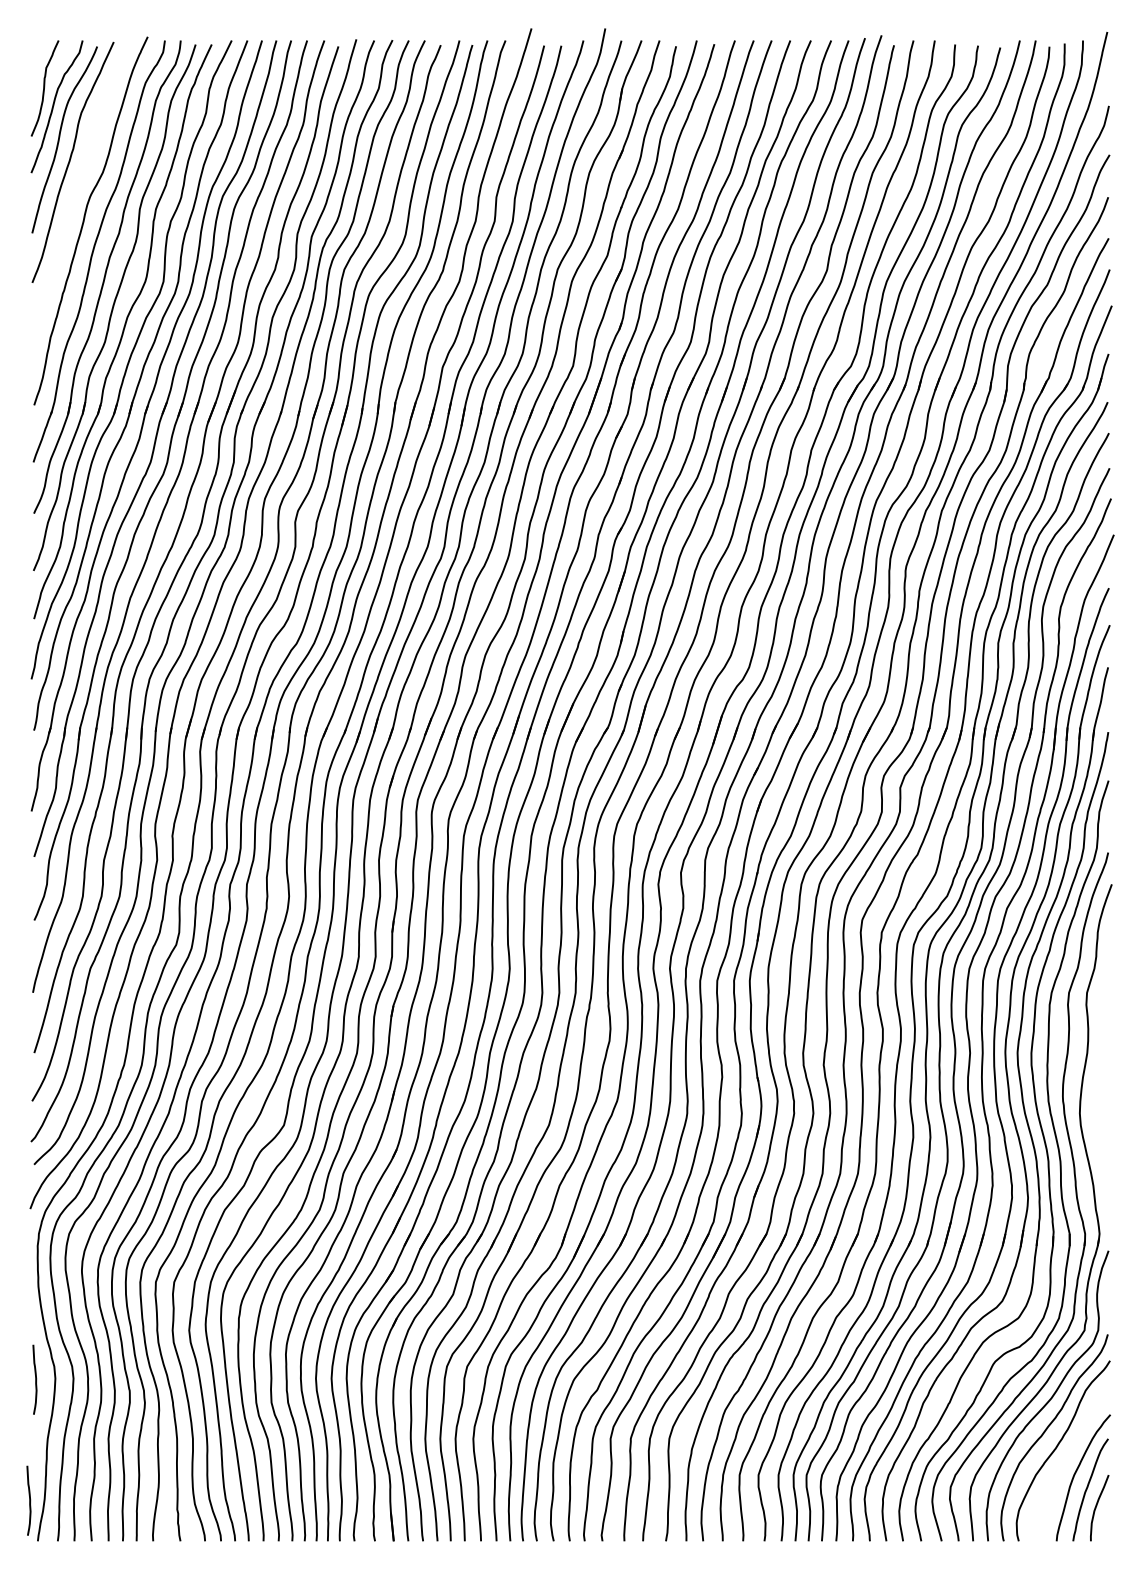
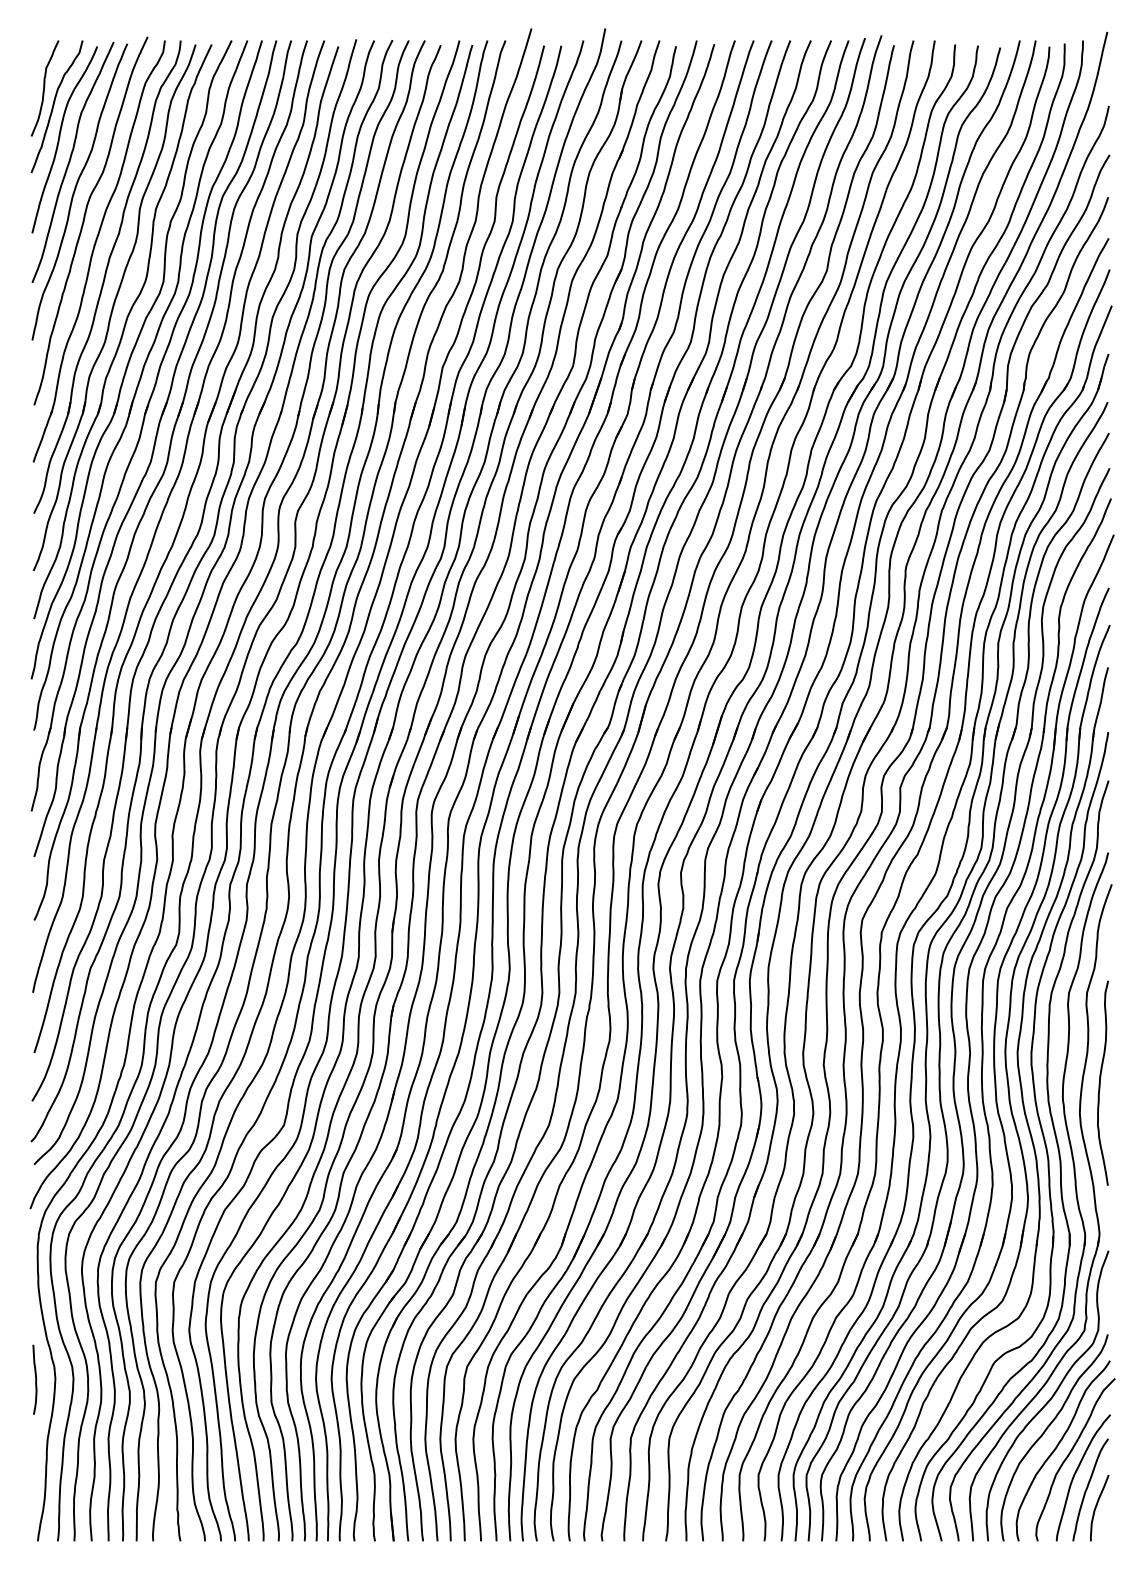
curve at (75, 191): none -> present
curve at (1100, 1082): none -> present
curve at (1070, 1454): none -> present
curve at (29, 1500): present -> none
